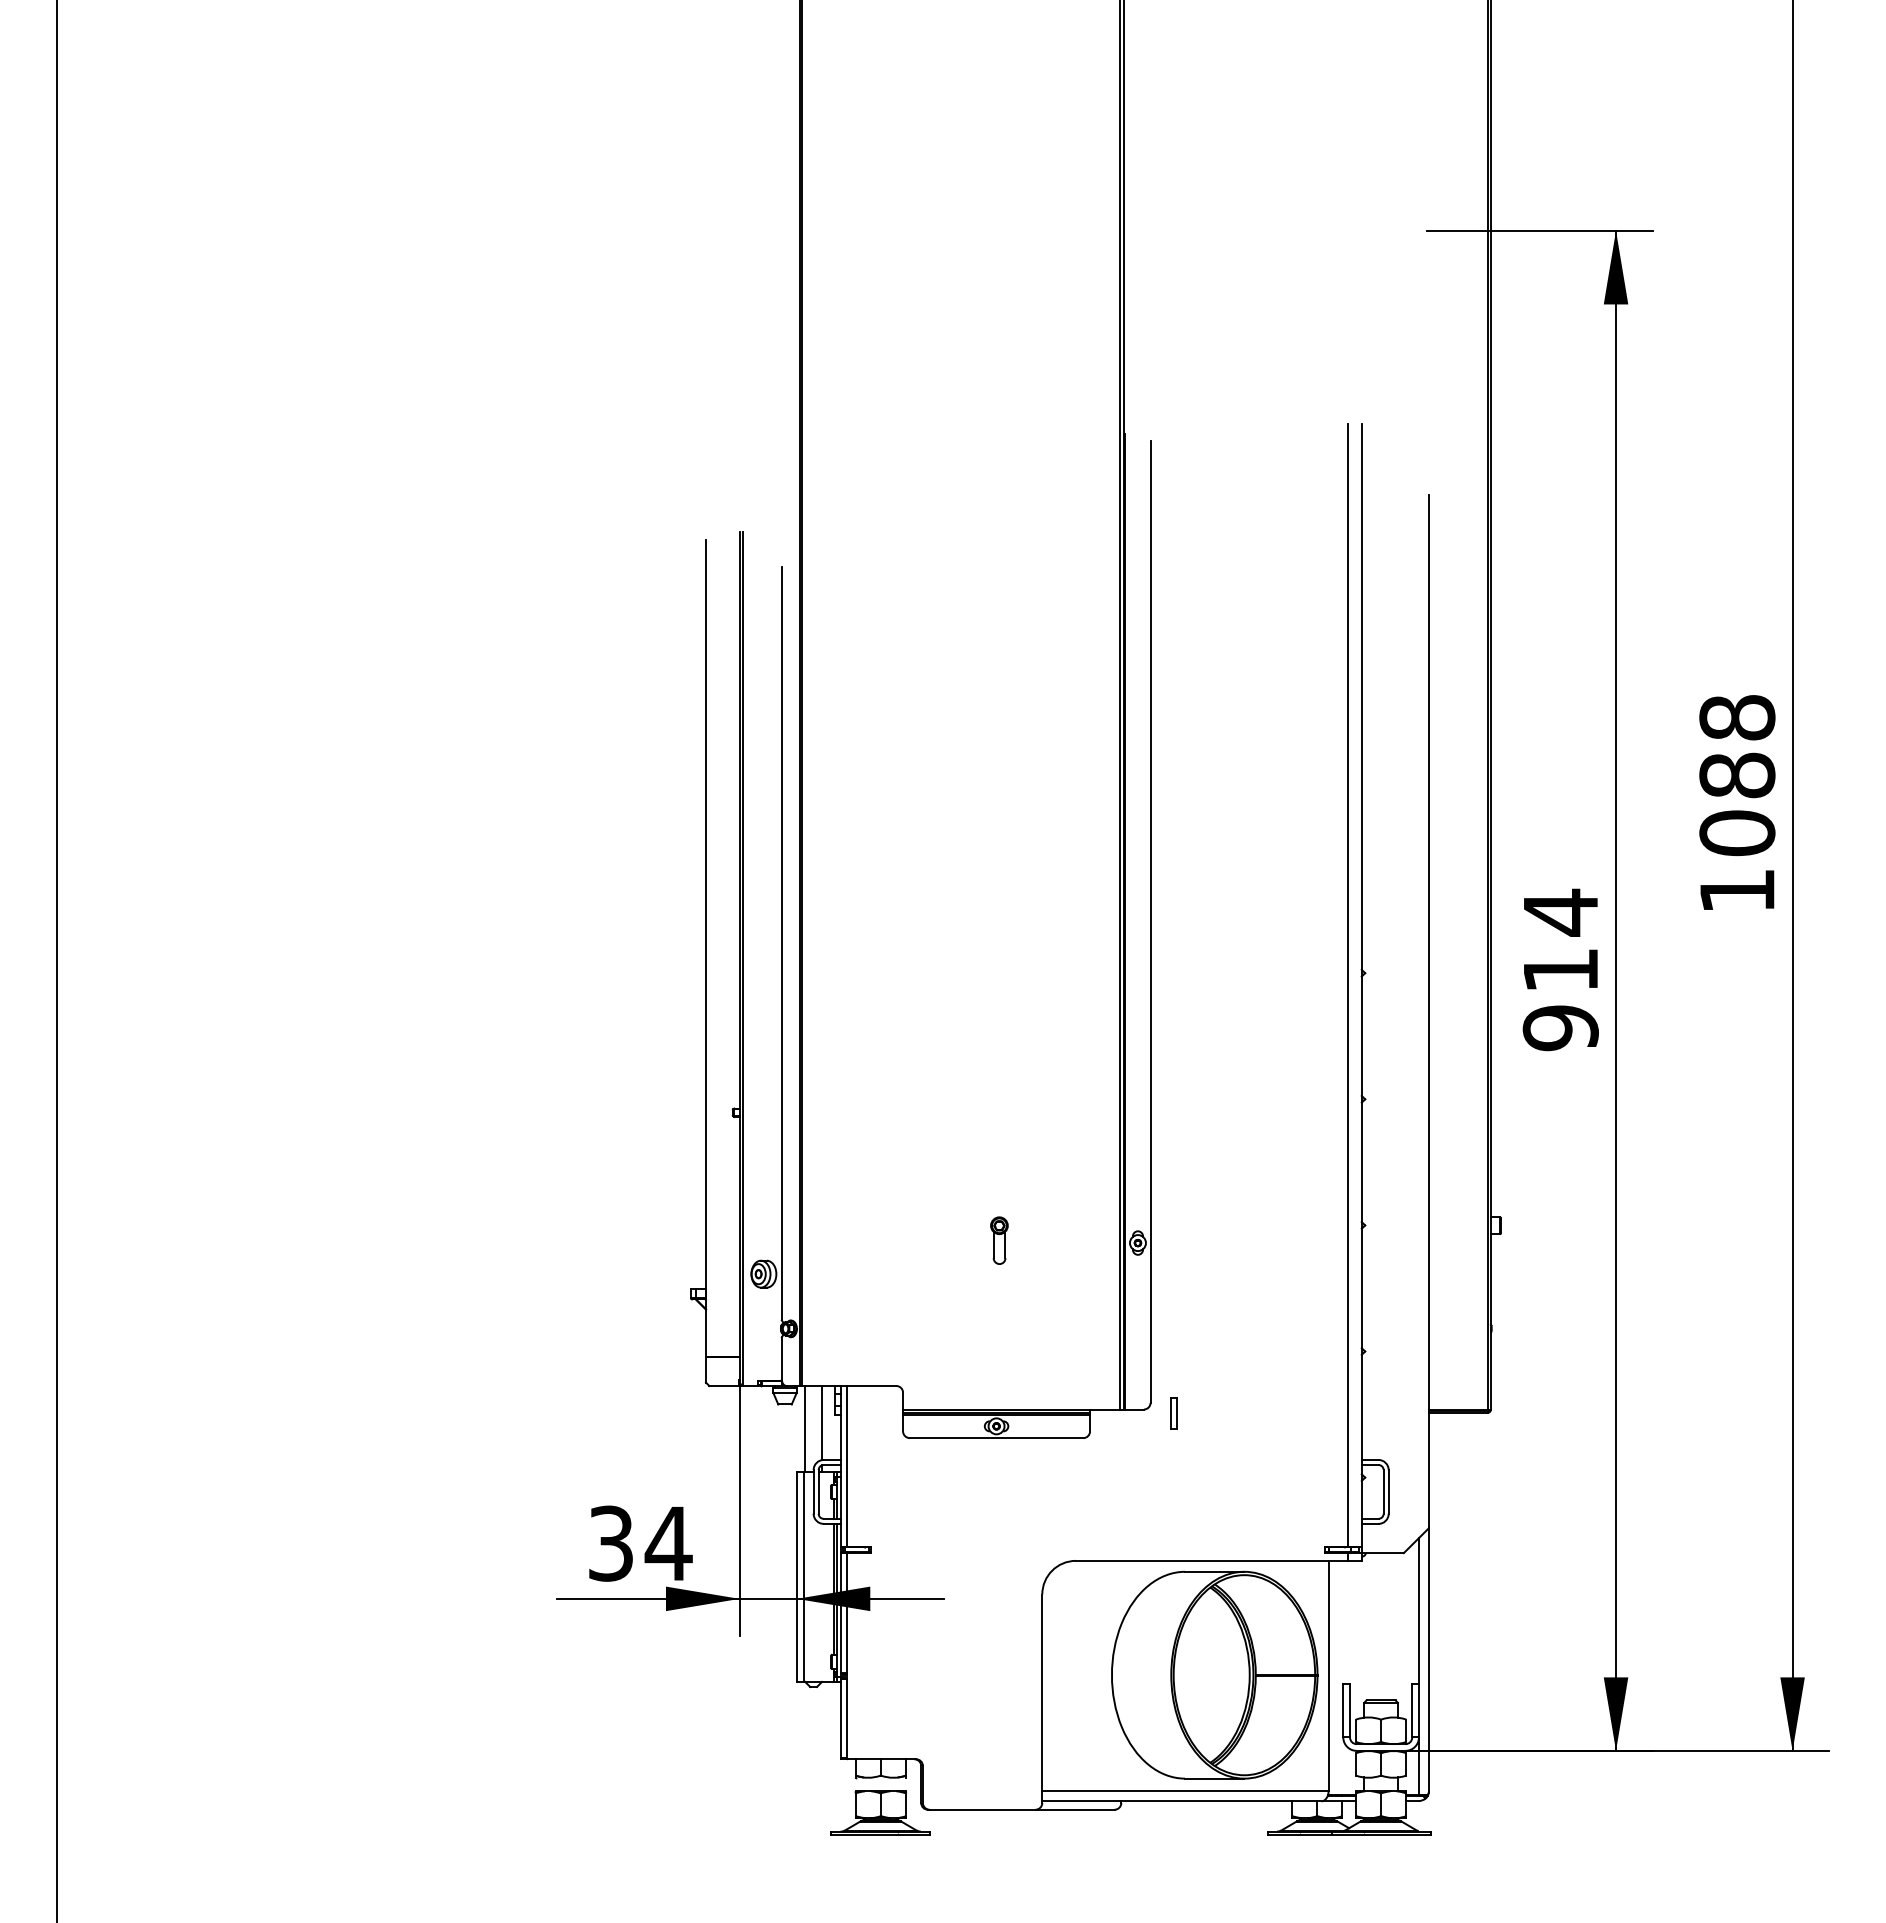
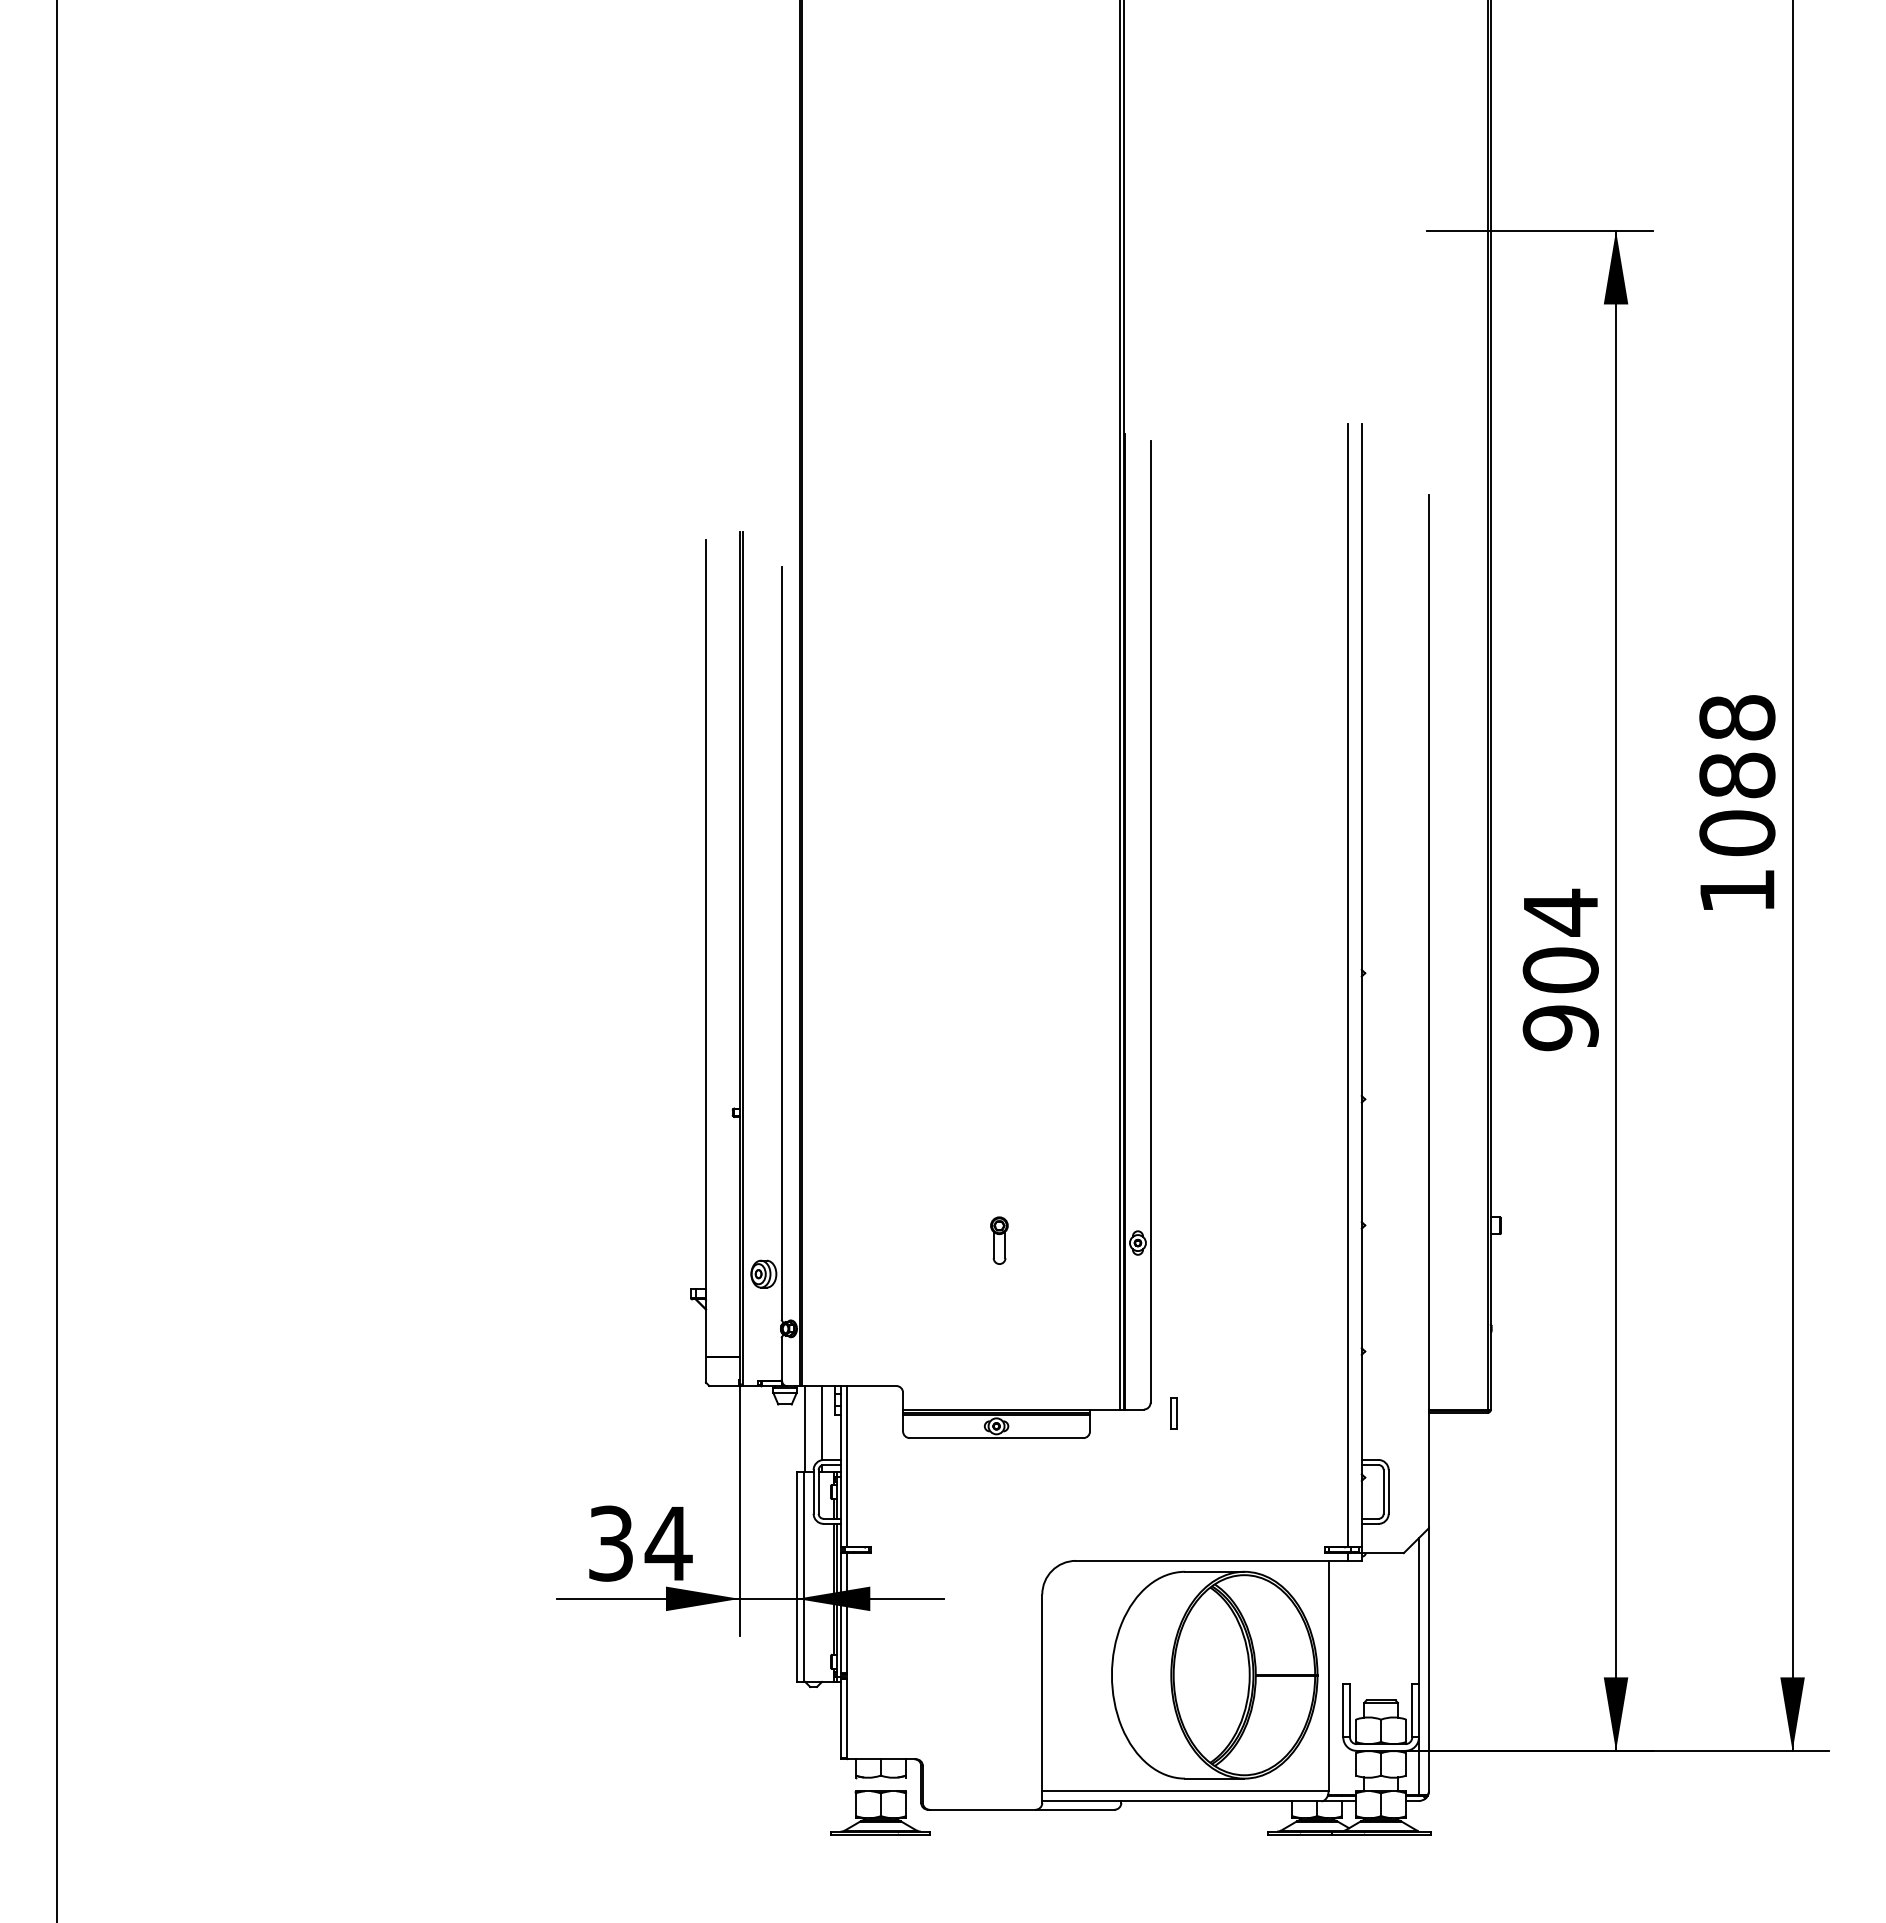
text at (1560, 970): 914 -> 904
